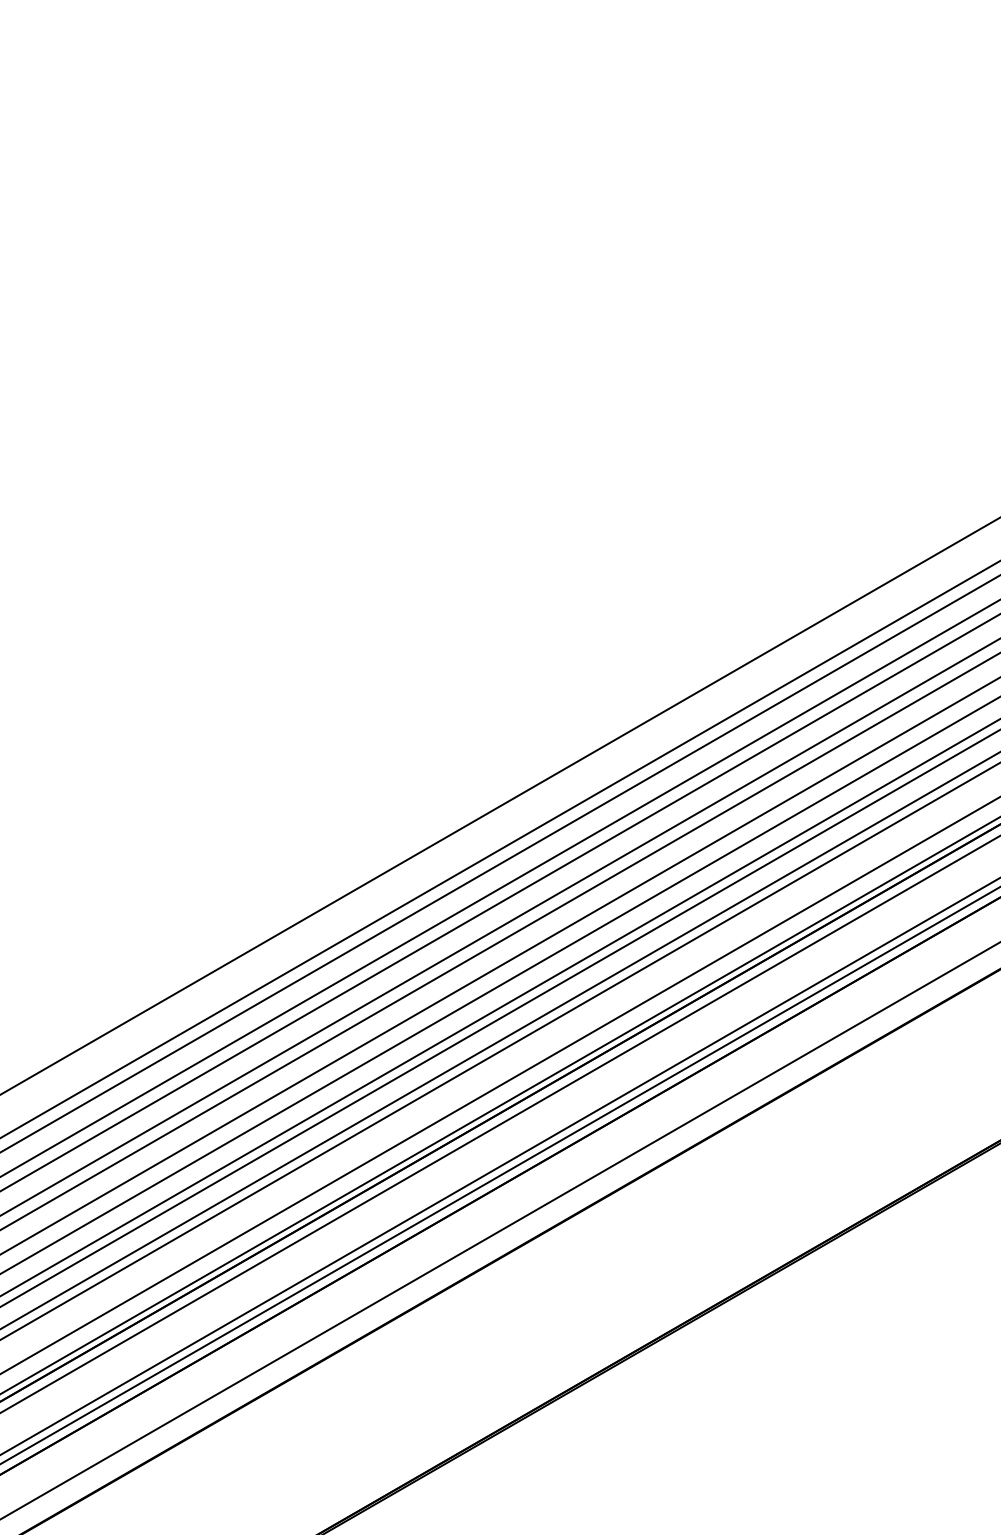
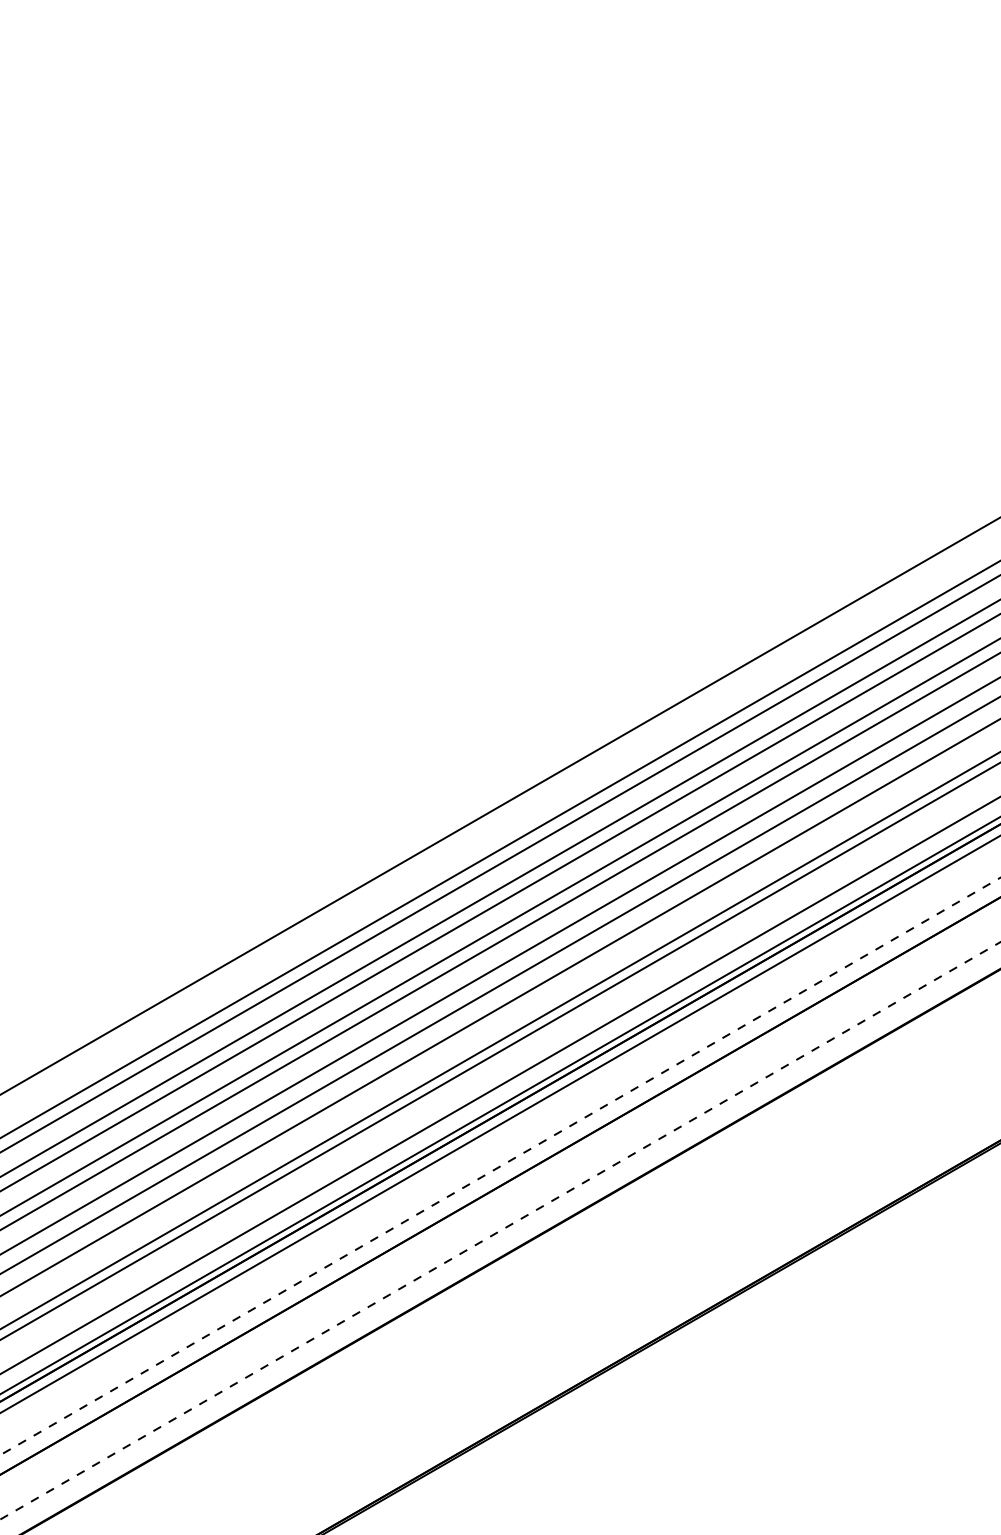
line at (499, 1018): present -> none
line at (499, 1166): solid -> dashed
line at (499, 1175): present -> none
line at (500, 1230): solid -> dashed
